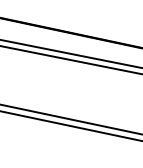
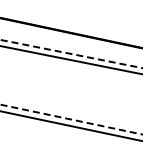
line at (71, 54): solid -> dashed
line at (71, 119): solid -> dashed
